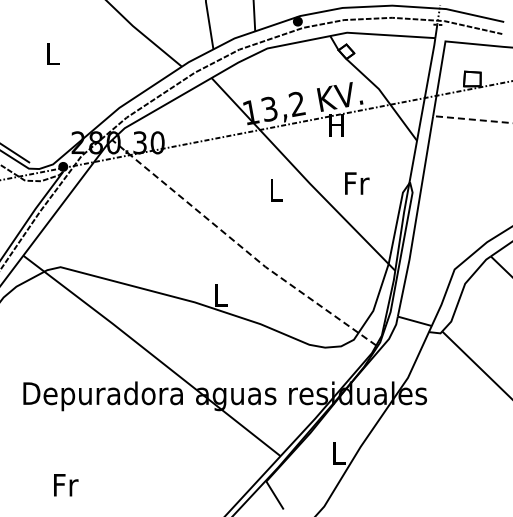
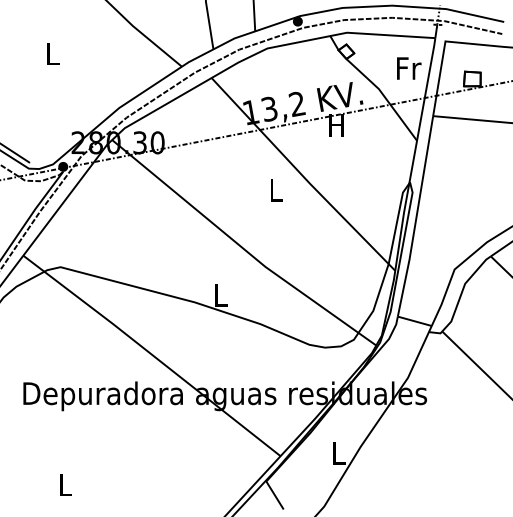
line at (472, 119): dashed -> solid
text at (357, 183) position: (357, 183) -> (409, 68)
line at (240, 246): dashed -> solid
text at (66, 485): Fr -> L
